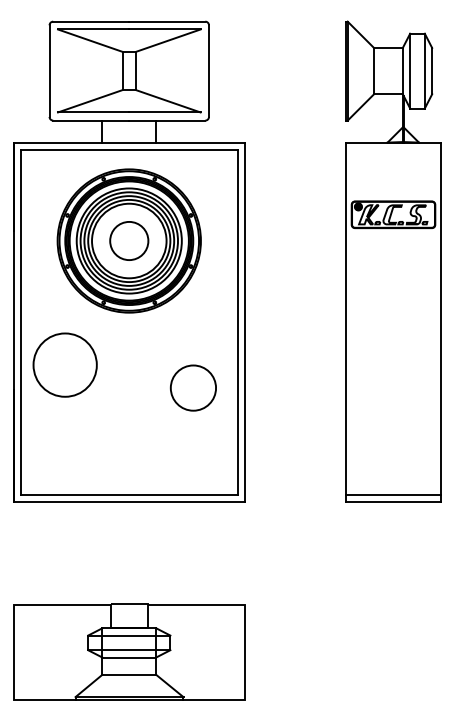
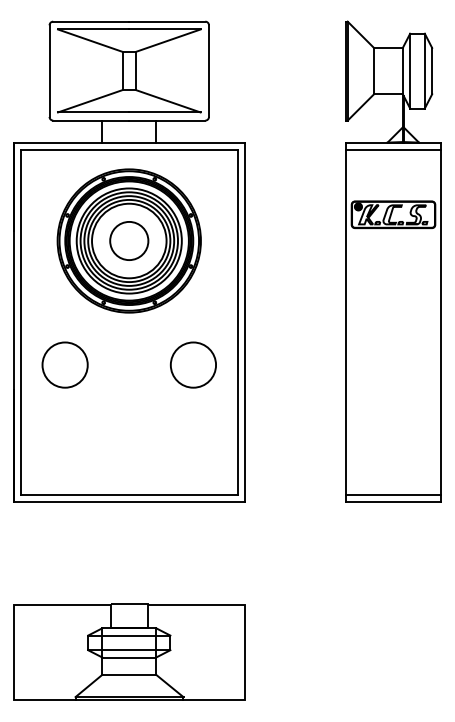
line at (393, 149): none -> present
circle at (64, 364) size: 66x66 px -> 48x48 px
circle at (192, 387) position: (192, 387) -> (192, 364)
